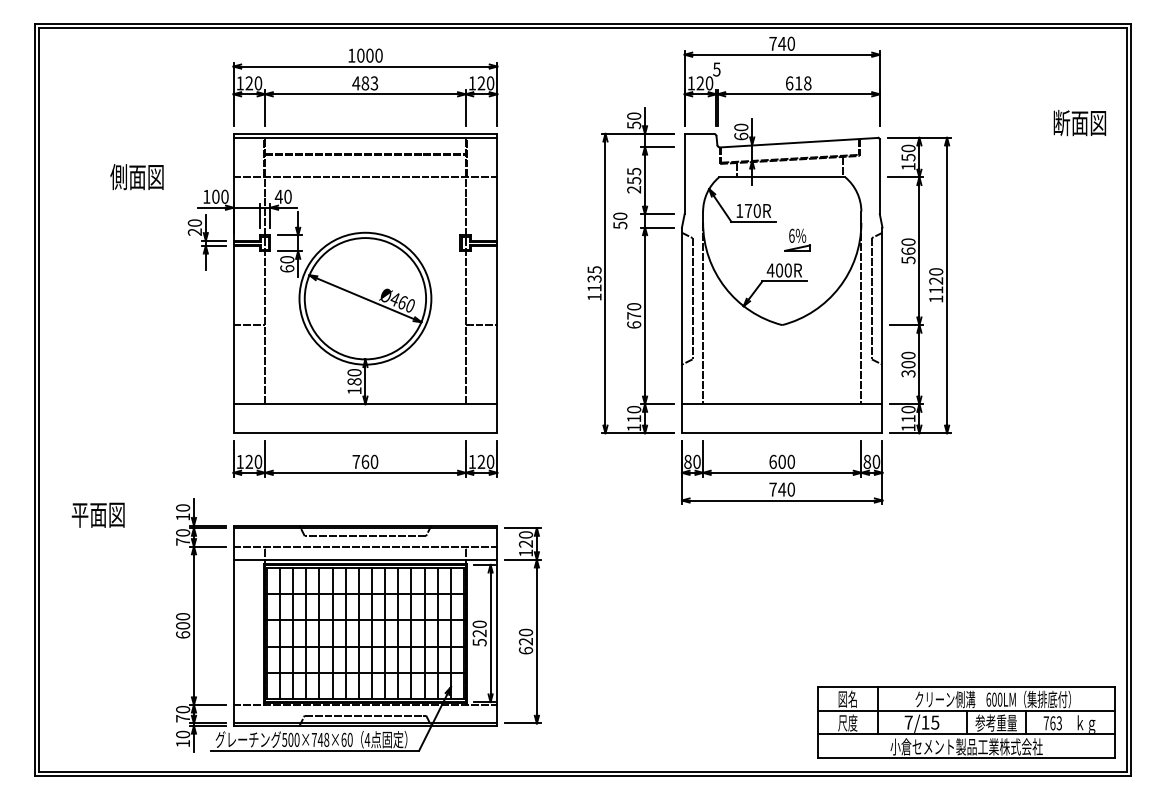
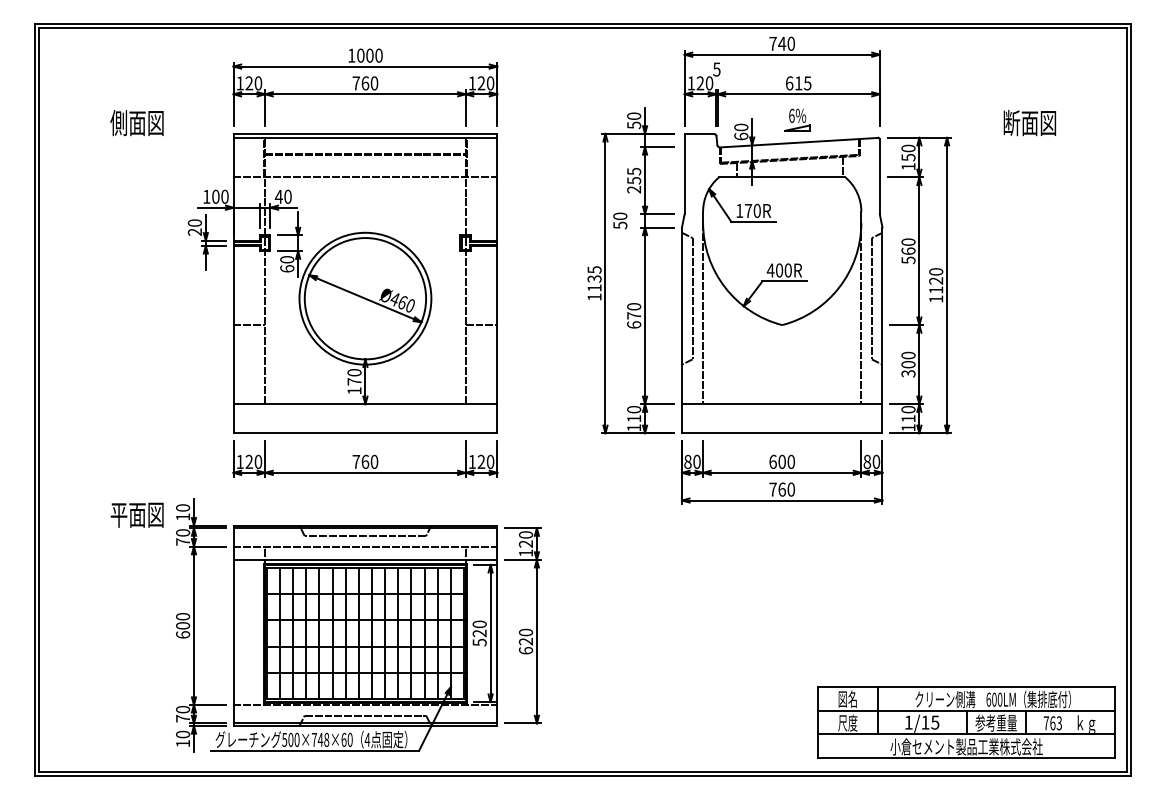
text at (365, 83): 483 -> 760
text at (807, 83): 618 -> 615
text at (1079, 123) position: (1079, 123) -> (1029, 123)
text at (136, 177) position: (136, 177) -> (136, 123)
part at (797, 239) position: (797, 239) -> (797, 119)
text at (354, 381): 180 -> 170
text at (782, 489): 740 -> 760
text at (97, 514) position: (97, 514) -> (136, 514)
text at (908, 722): 7/15 -> 1/15
